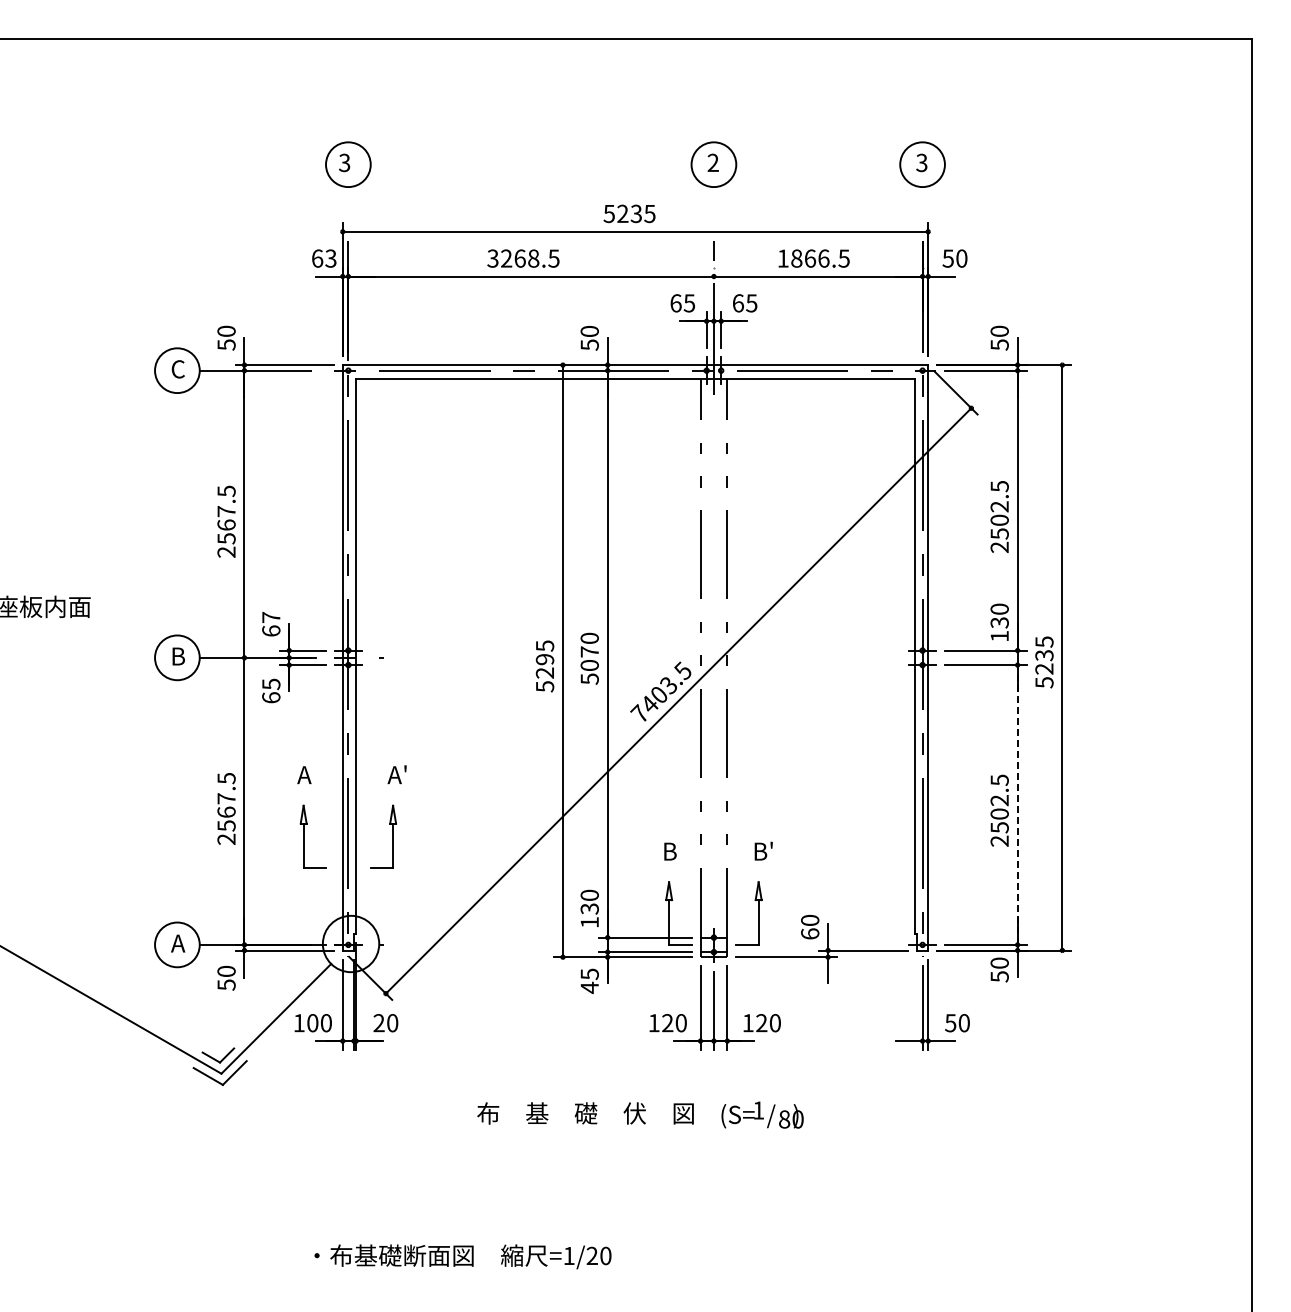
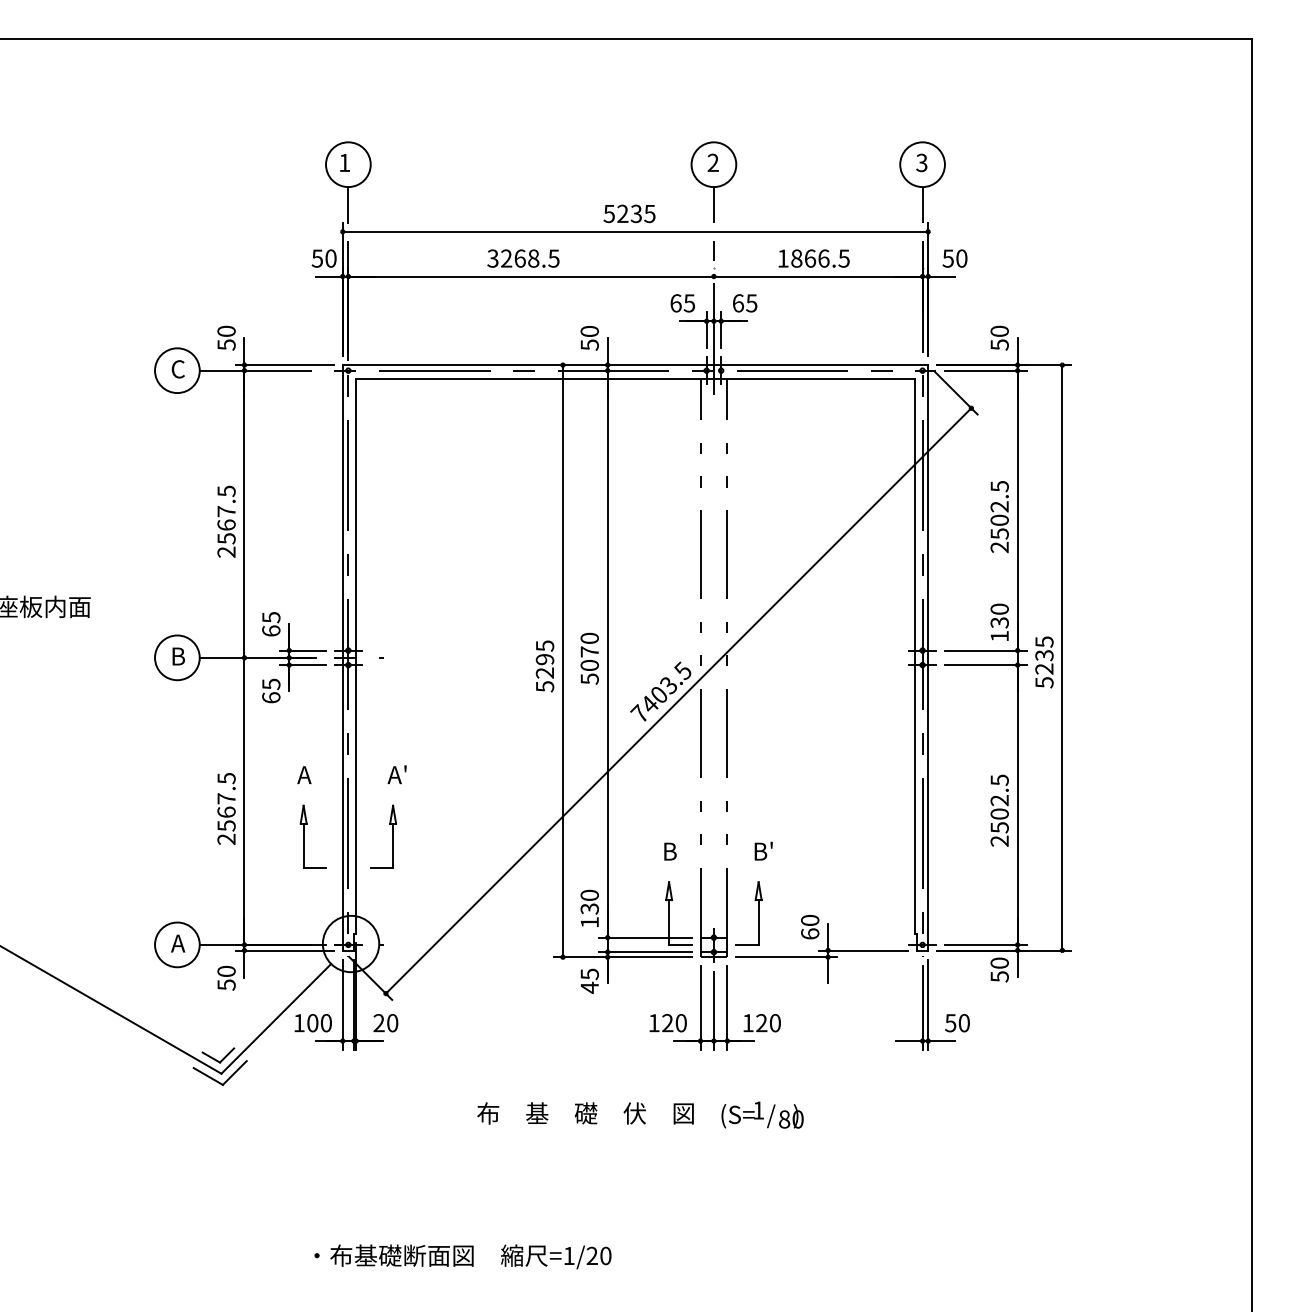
text at (344, 162): 3 -> 1
line at (348, 204): none -> present
line at (713, 204): none -> present
line at (922, 204): none -> present
text at (323, 258): 63 -> 50
text at (271, 617): 67 -> 65
line at (1017, 805): dashed -> solid
